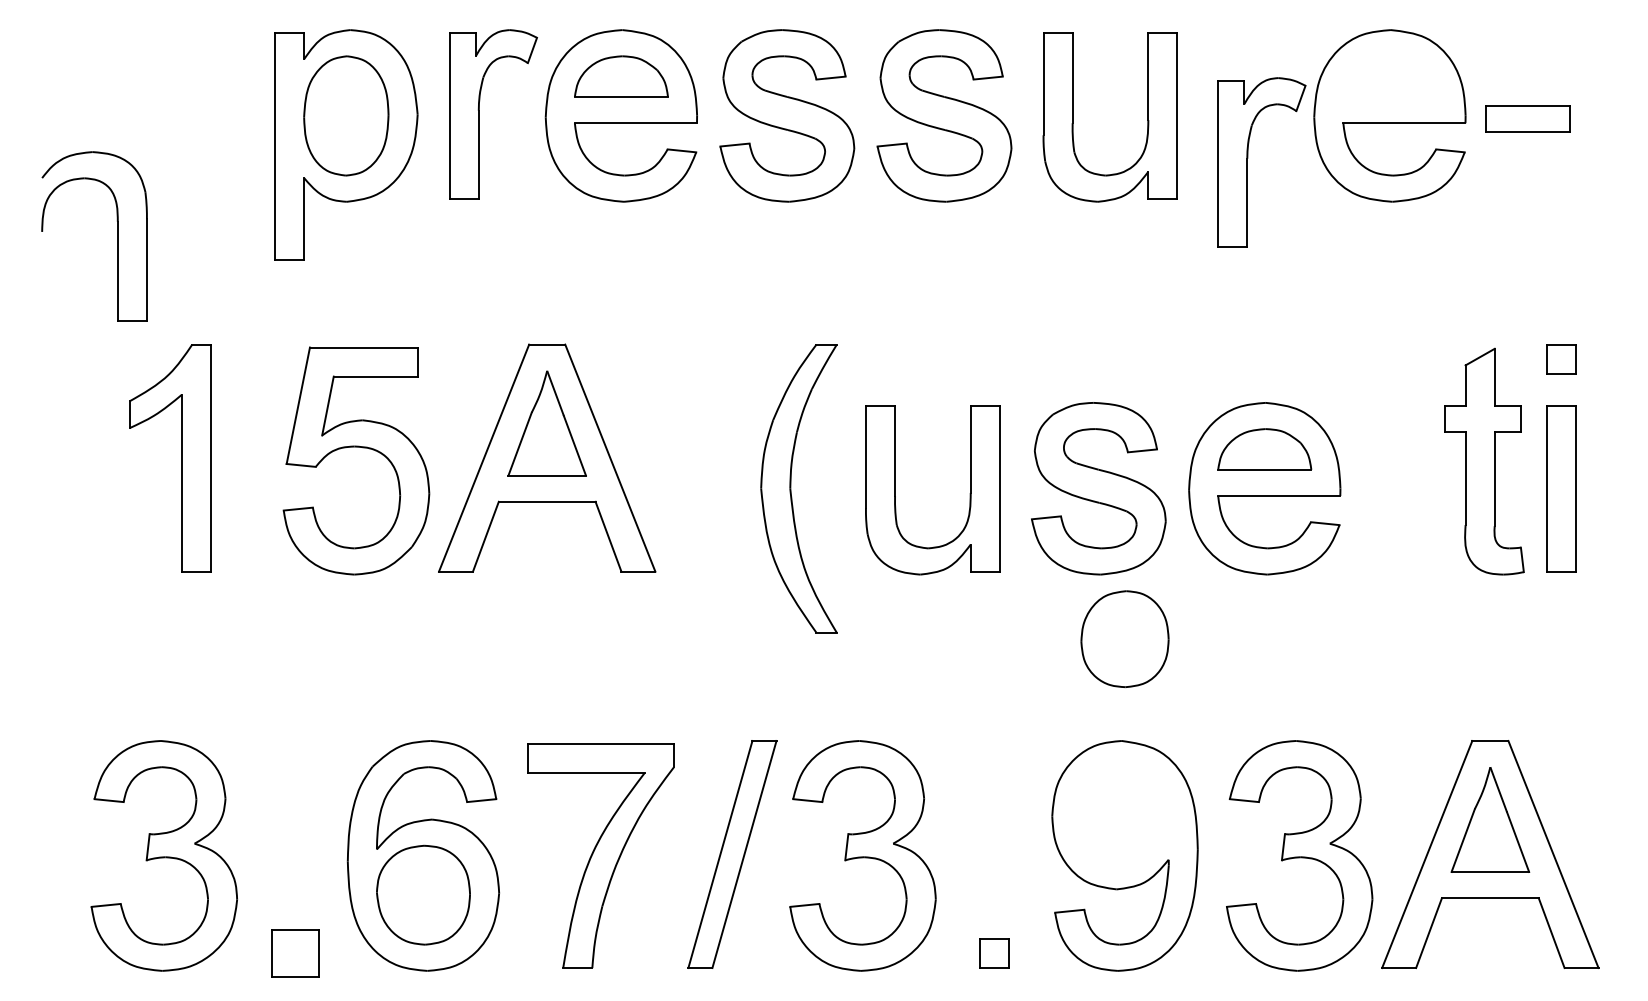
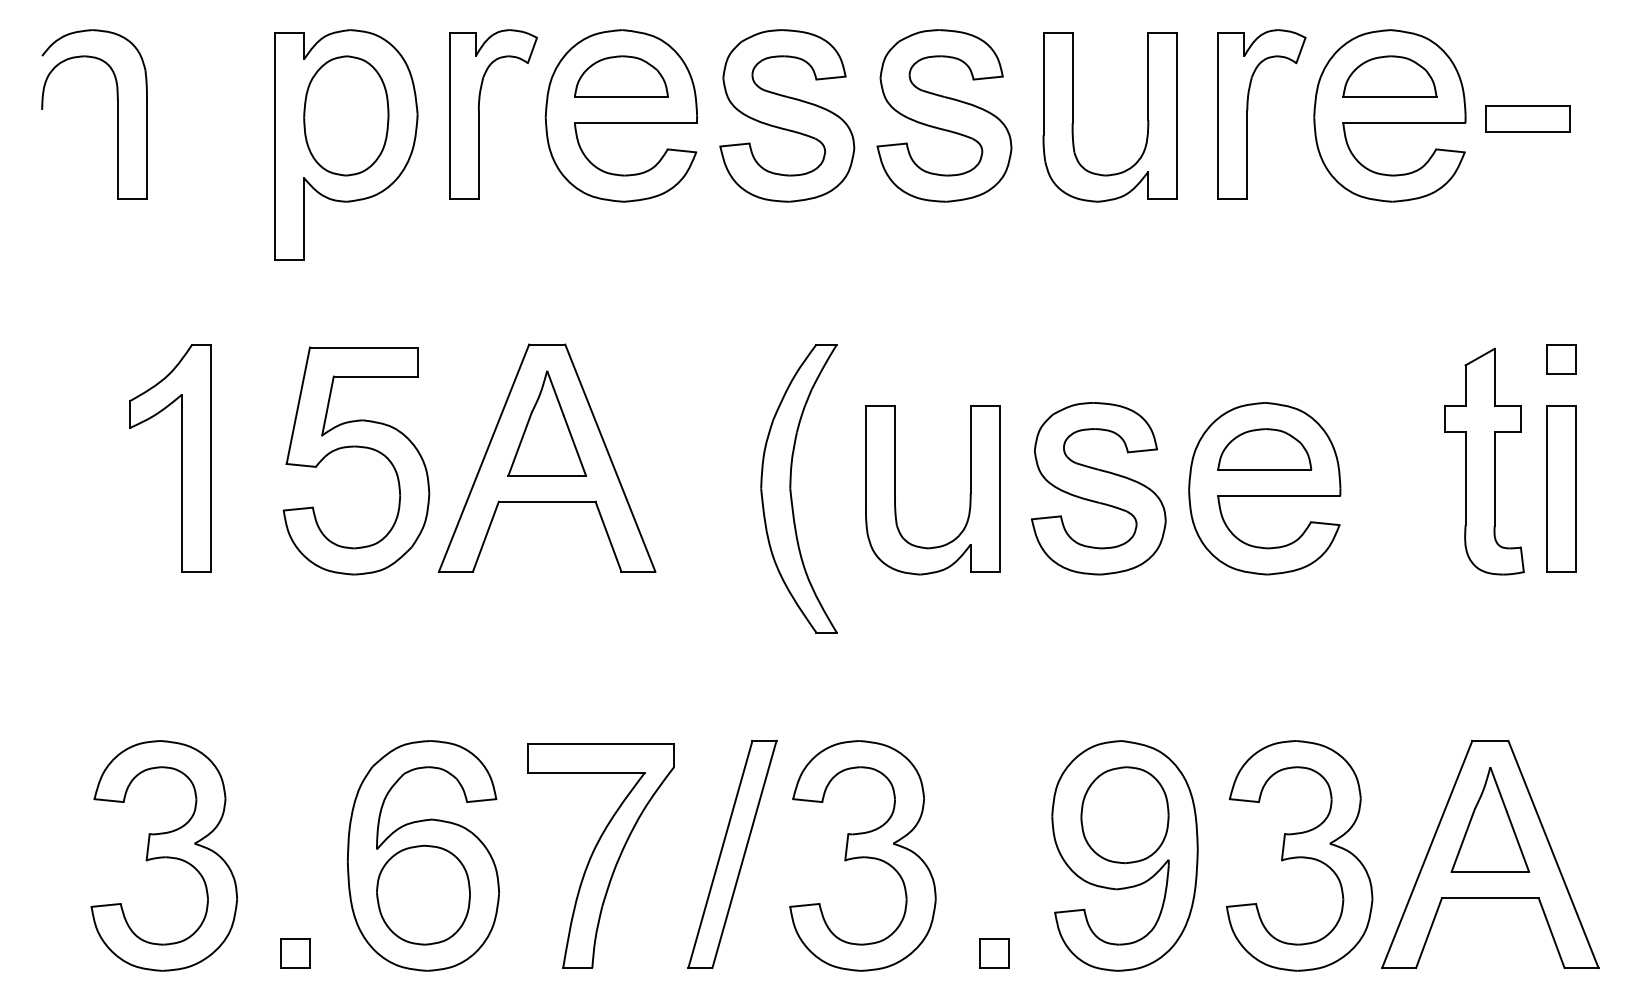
part at (1389, 76): none -> present
part at (1248, 158) position: (1248, 158) -> (1248, 110)
part at (117, 236) position: (117, 236) -> (117, 114)
part at (1124, 639) position: (1124, 639) -> (1124, 815)
part at (295, 953) size: 49x49 px -> 31x31 px
